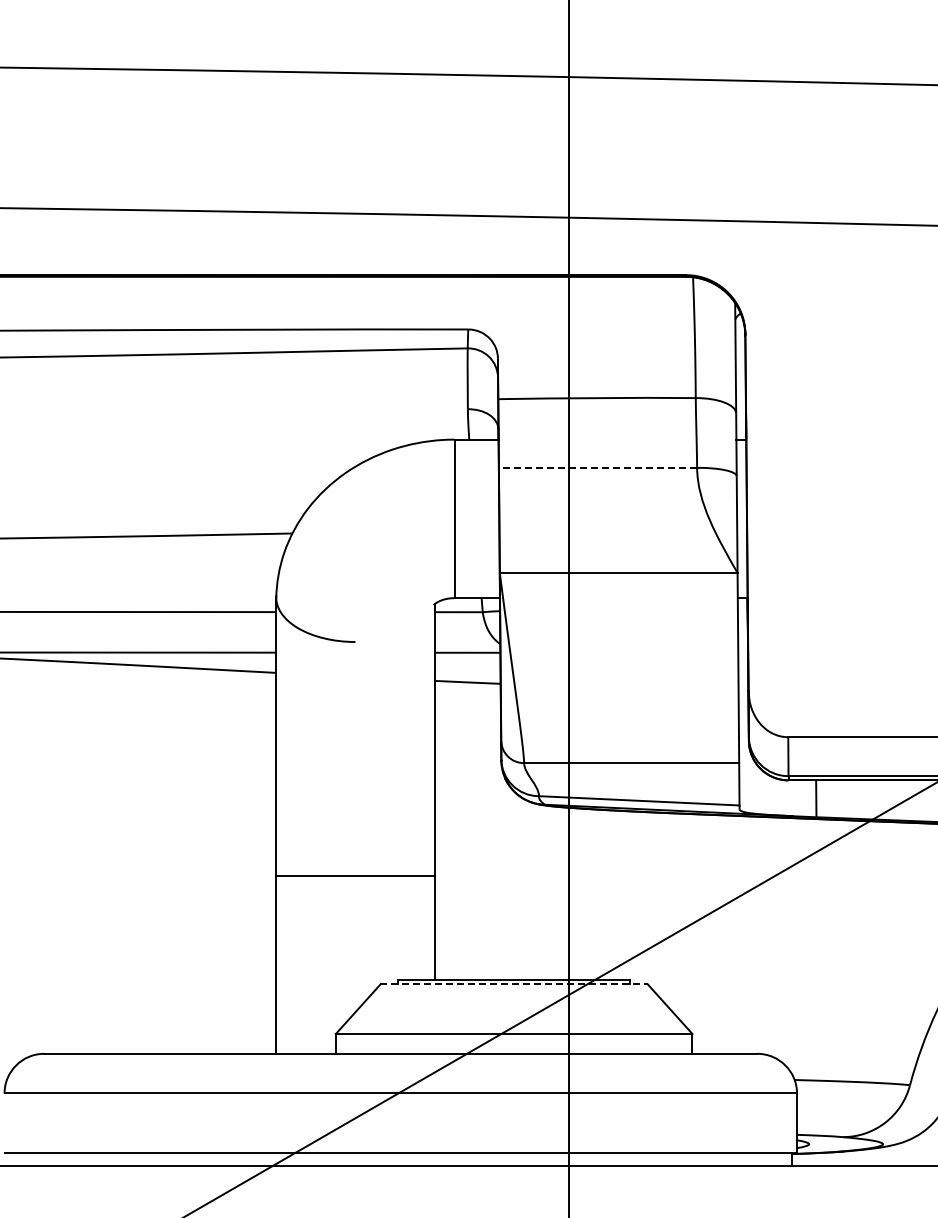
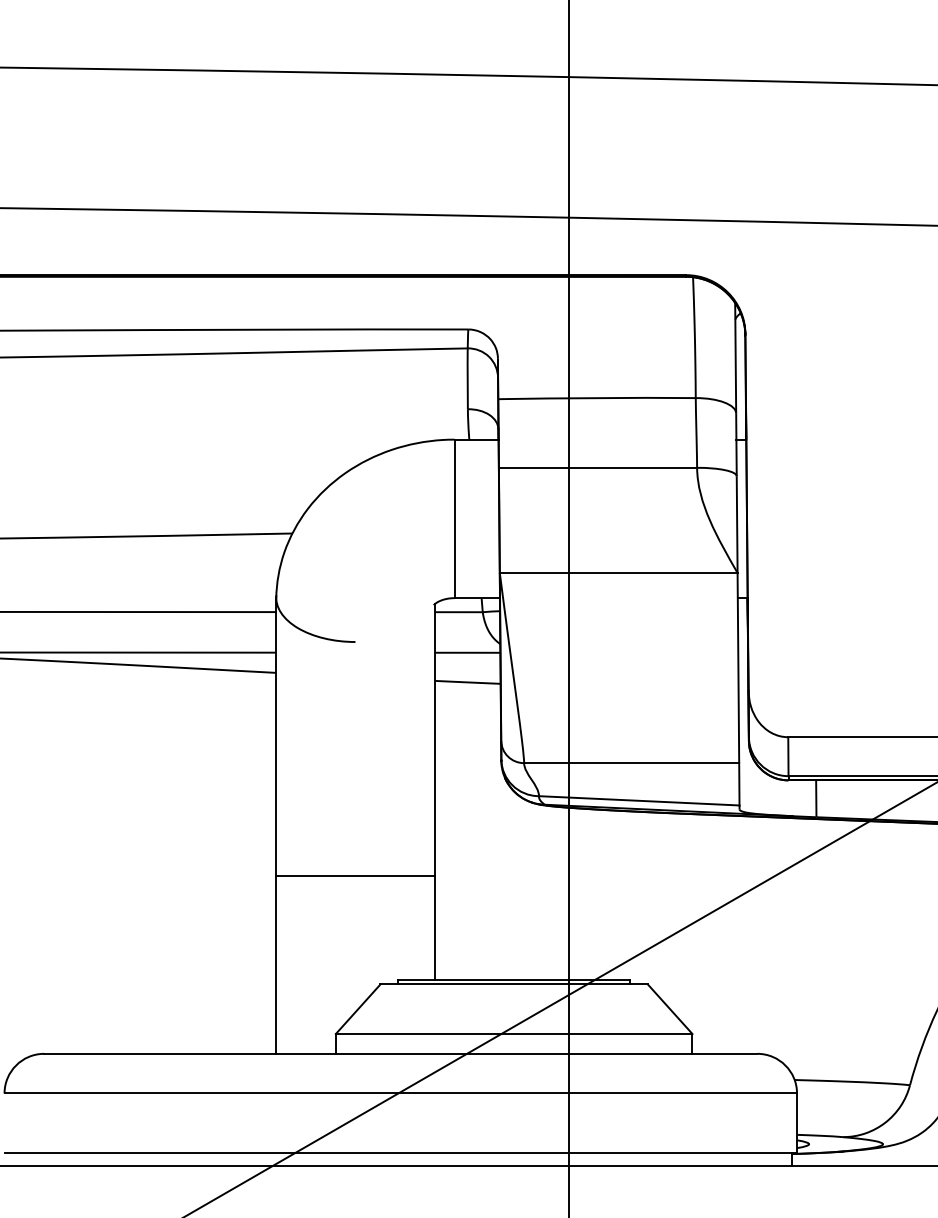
line at (597, 467): dashed -> solid
line at (514, 984): dashed -> solid
